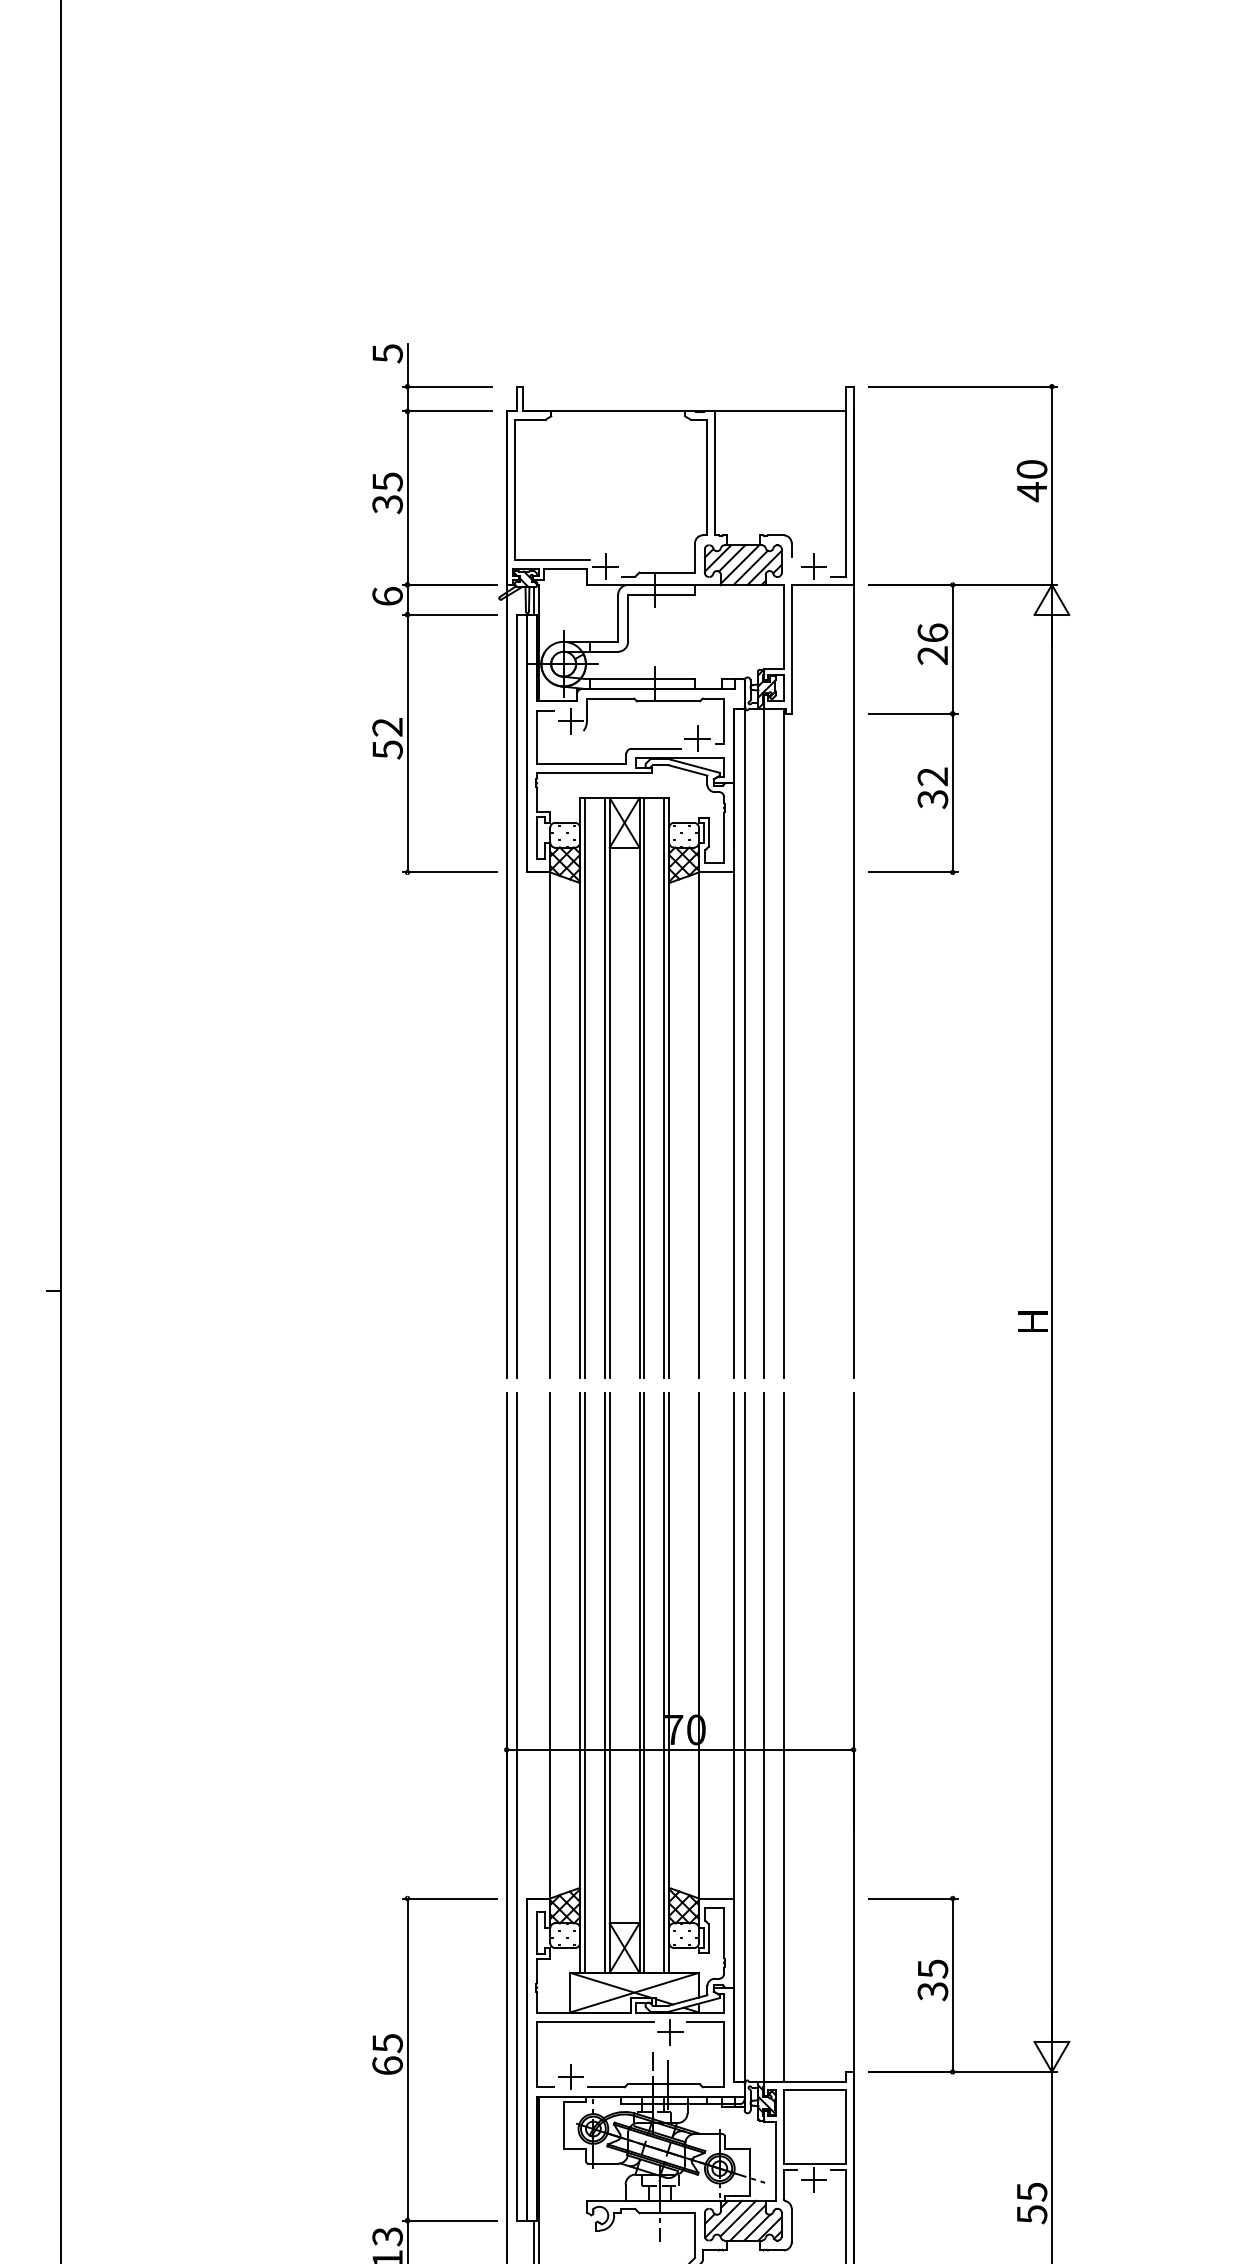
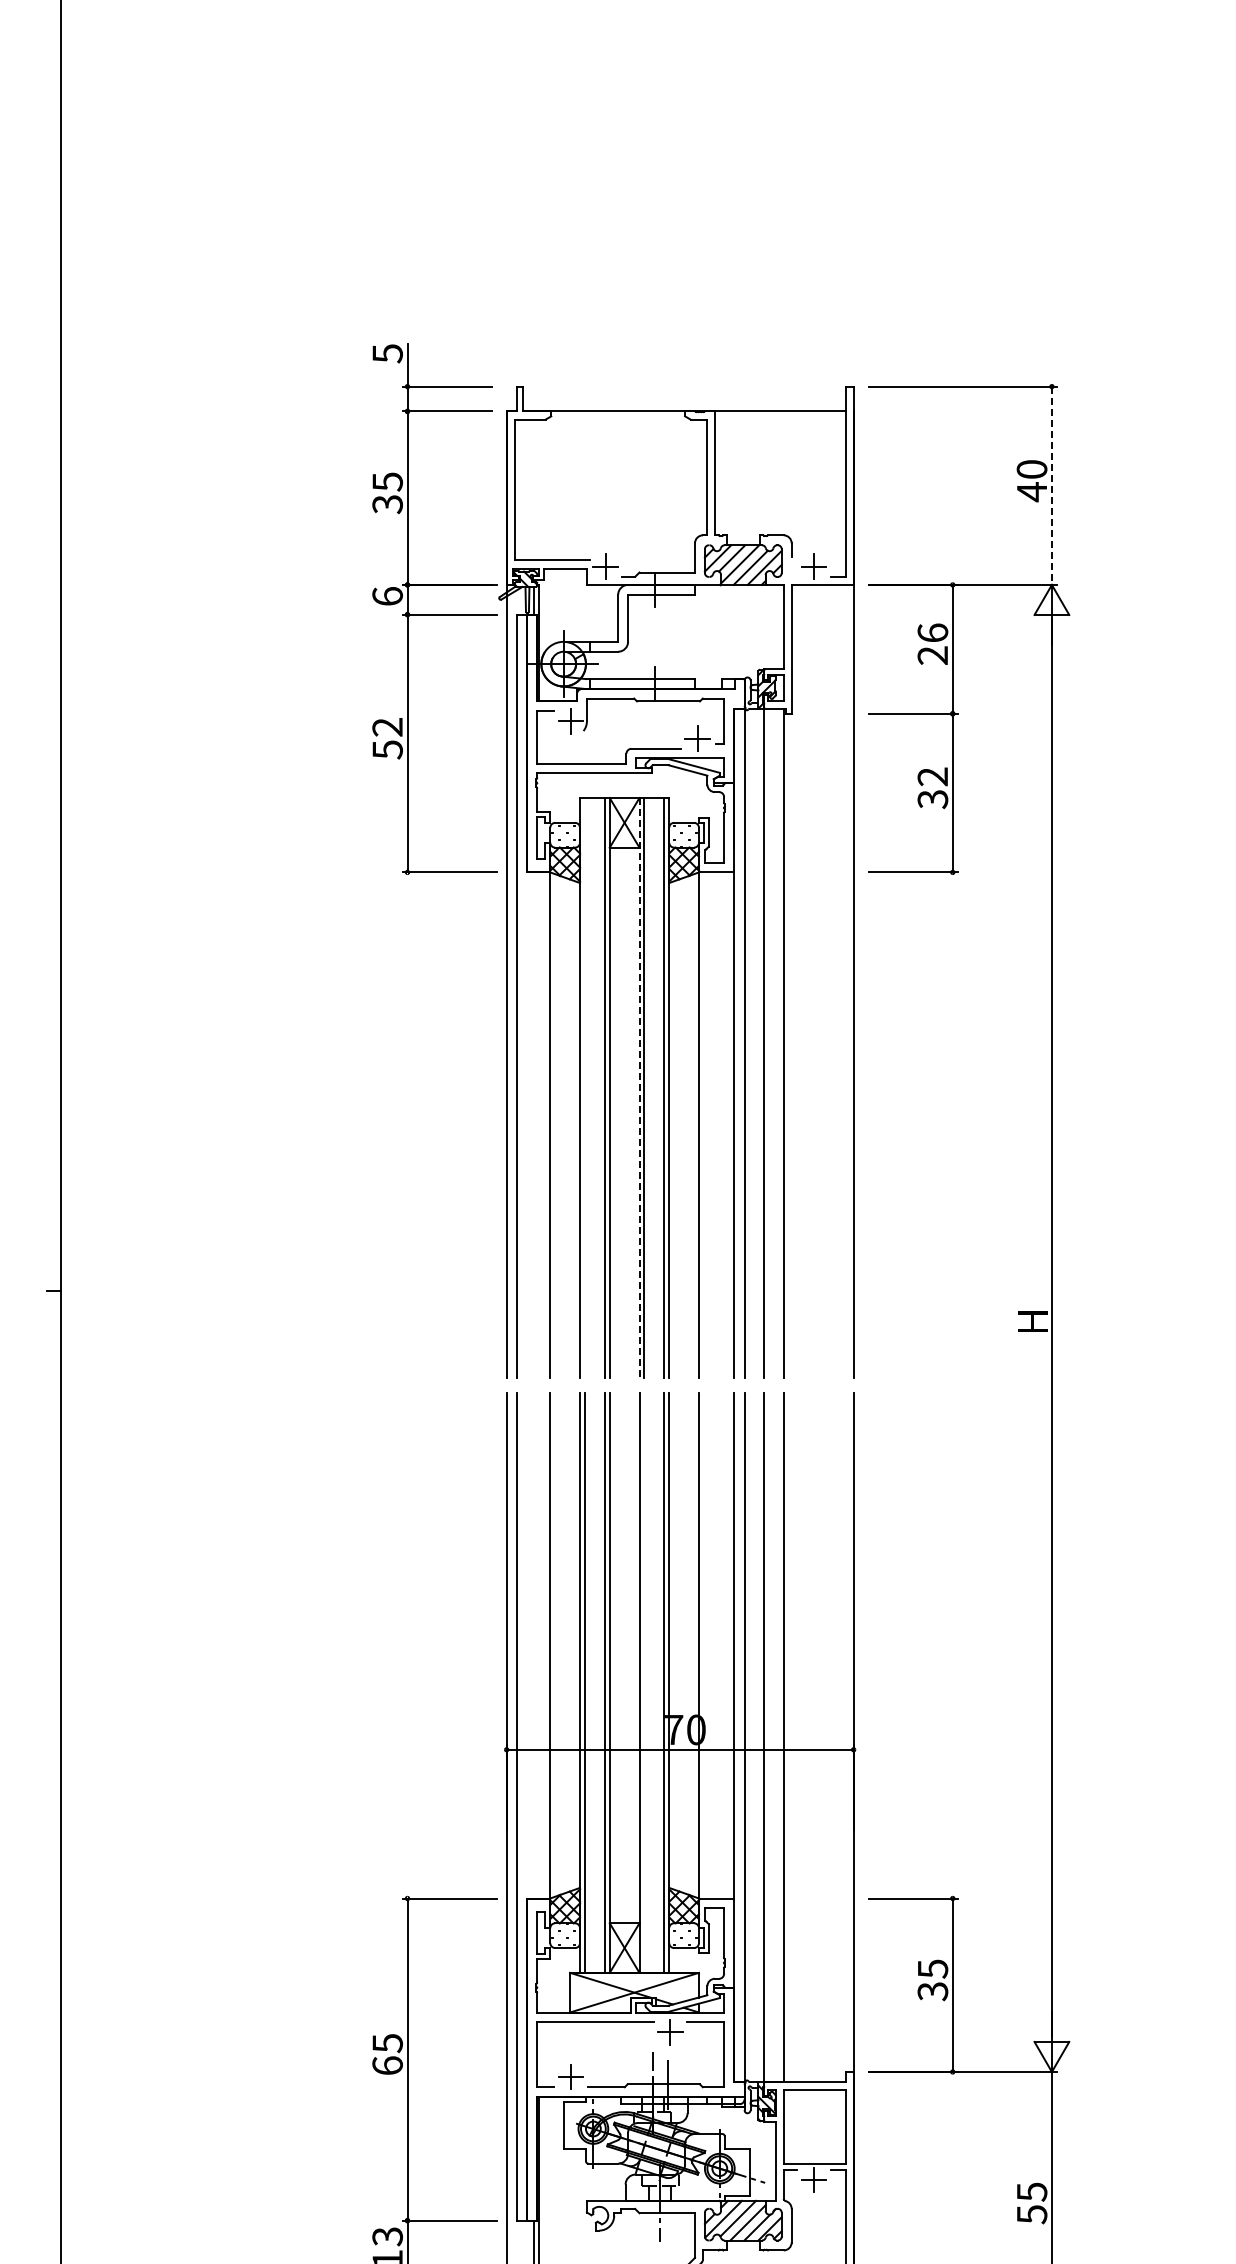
line at (1051, 486): solid -> dashed
line at (584, 1088): present -> none
line at (639, 1088): solid -> dashed
line at (644, 1682): present -> none
